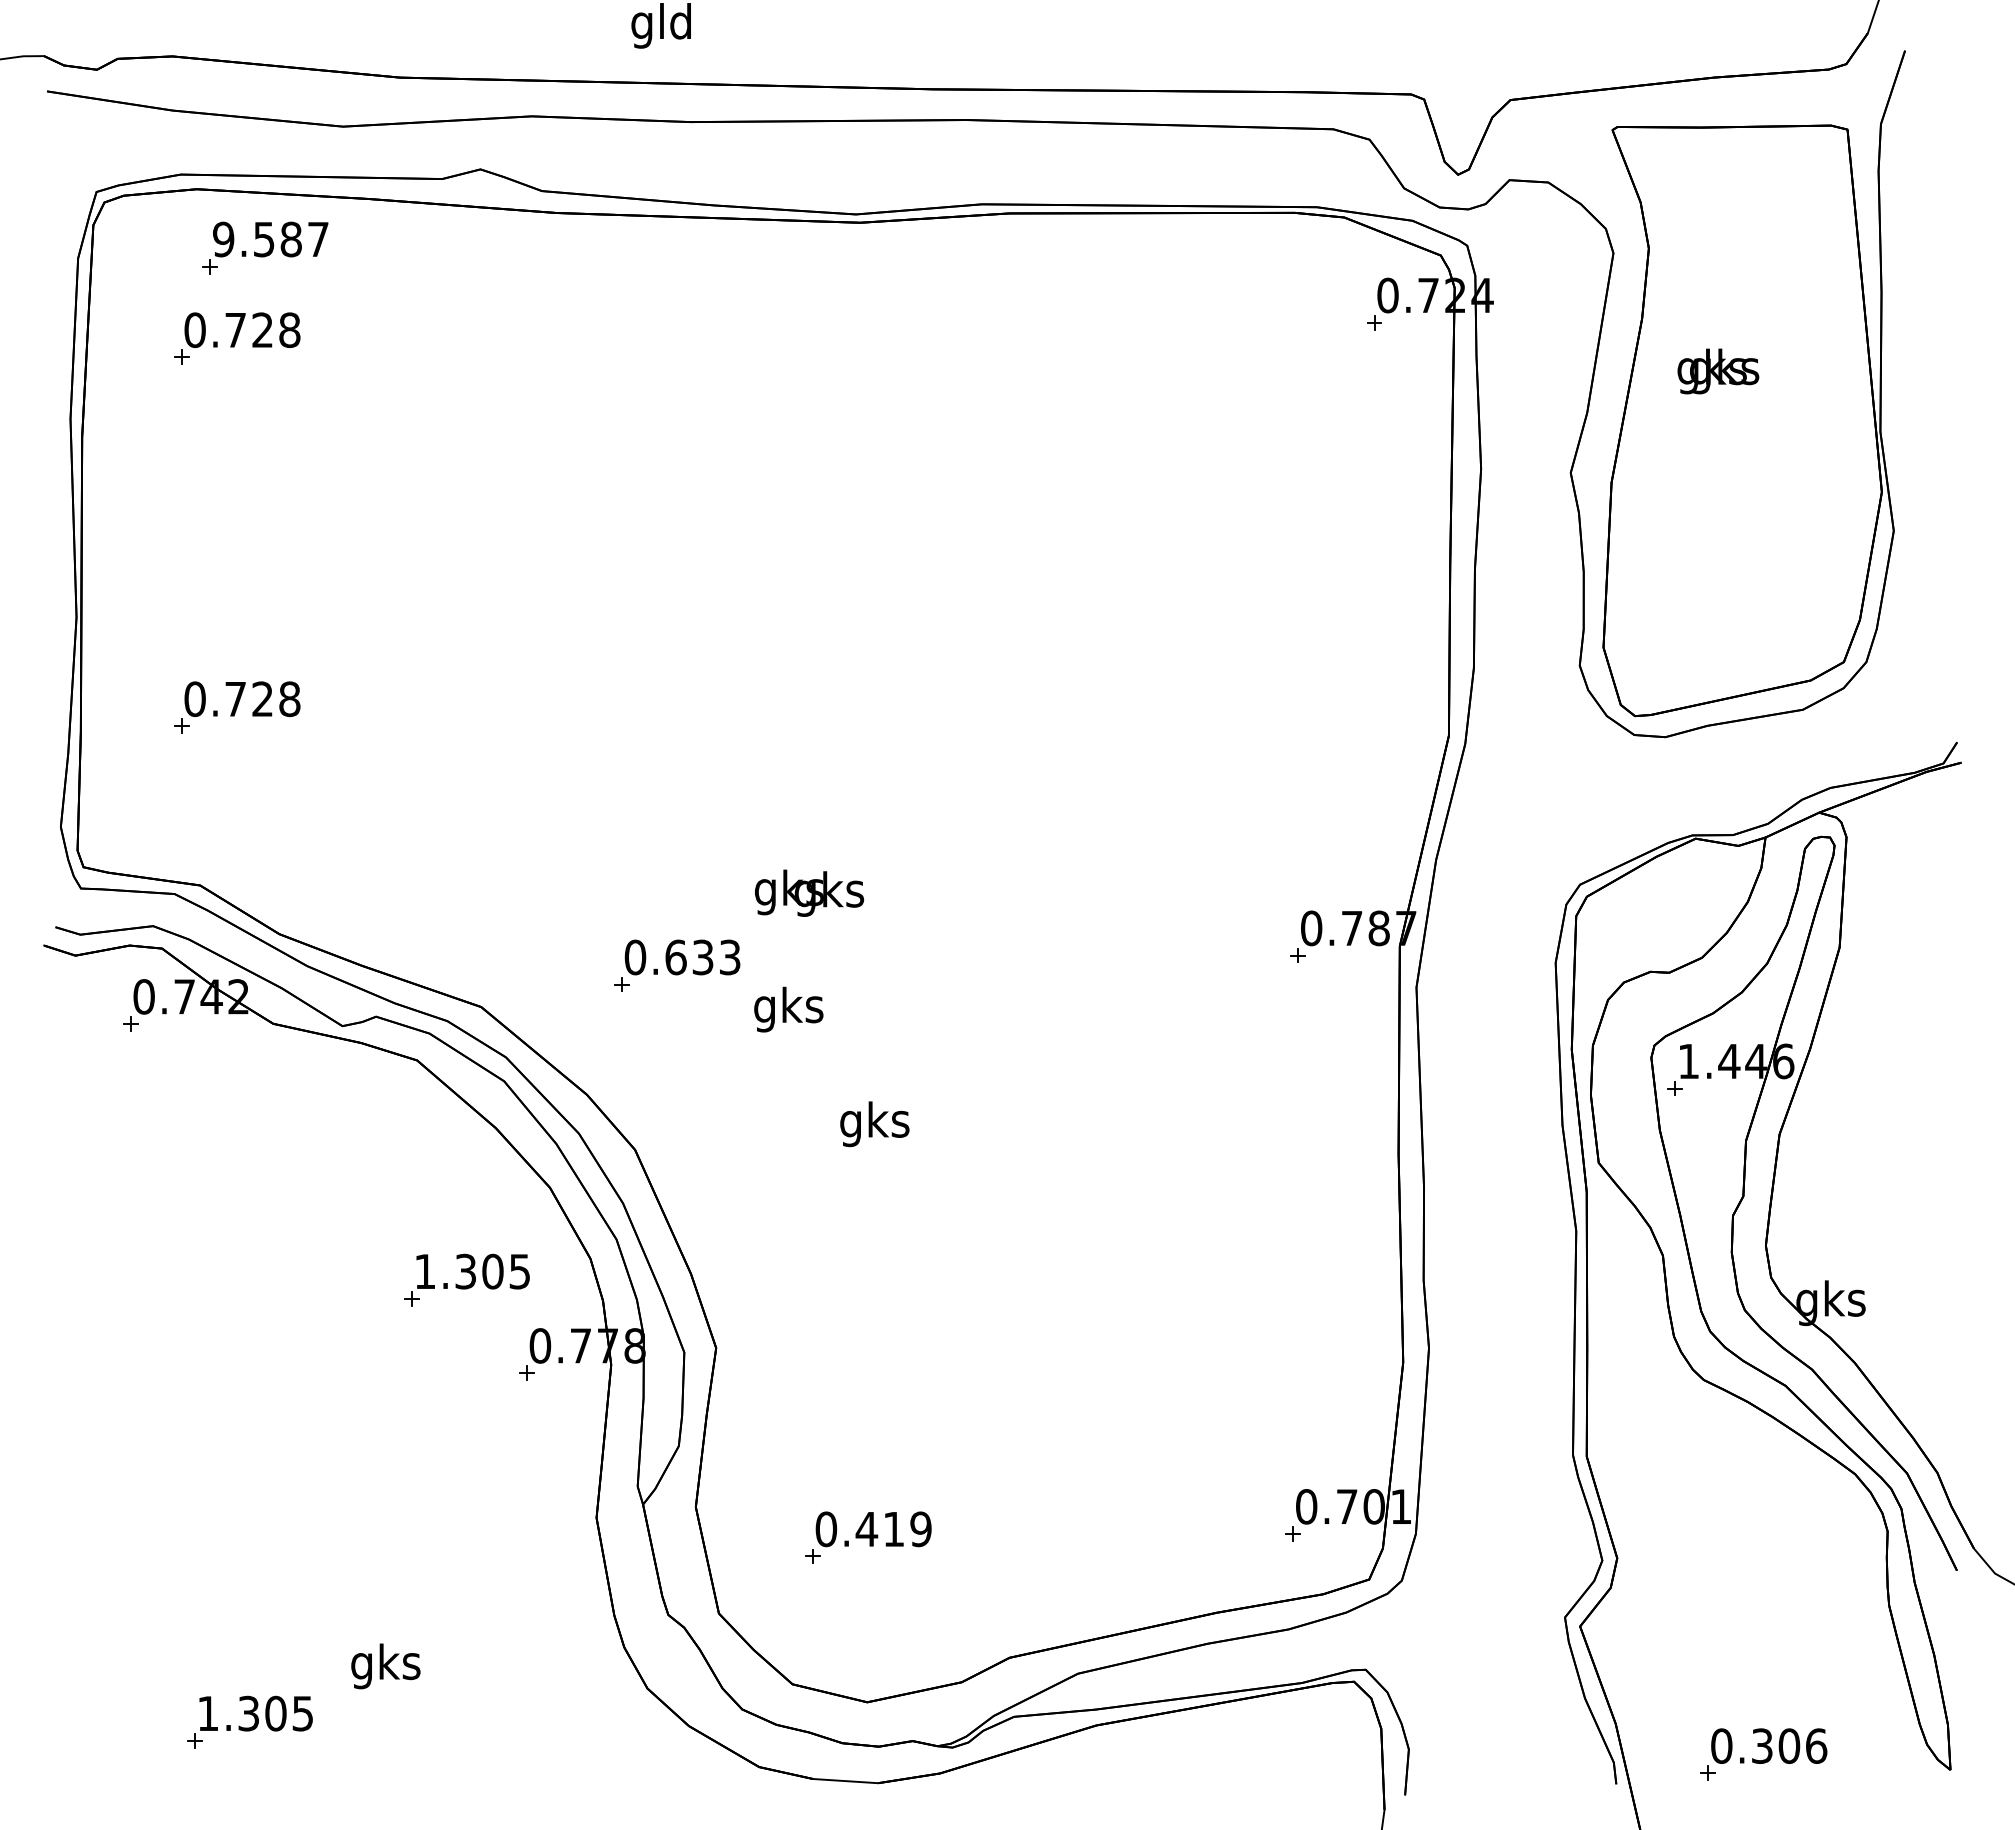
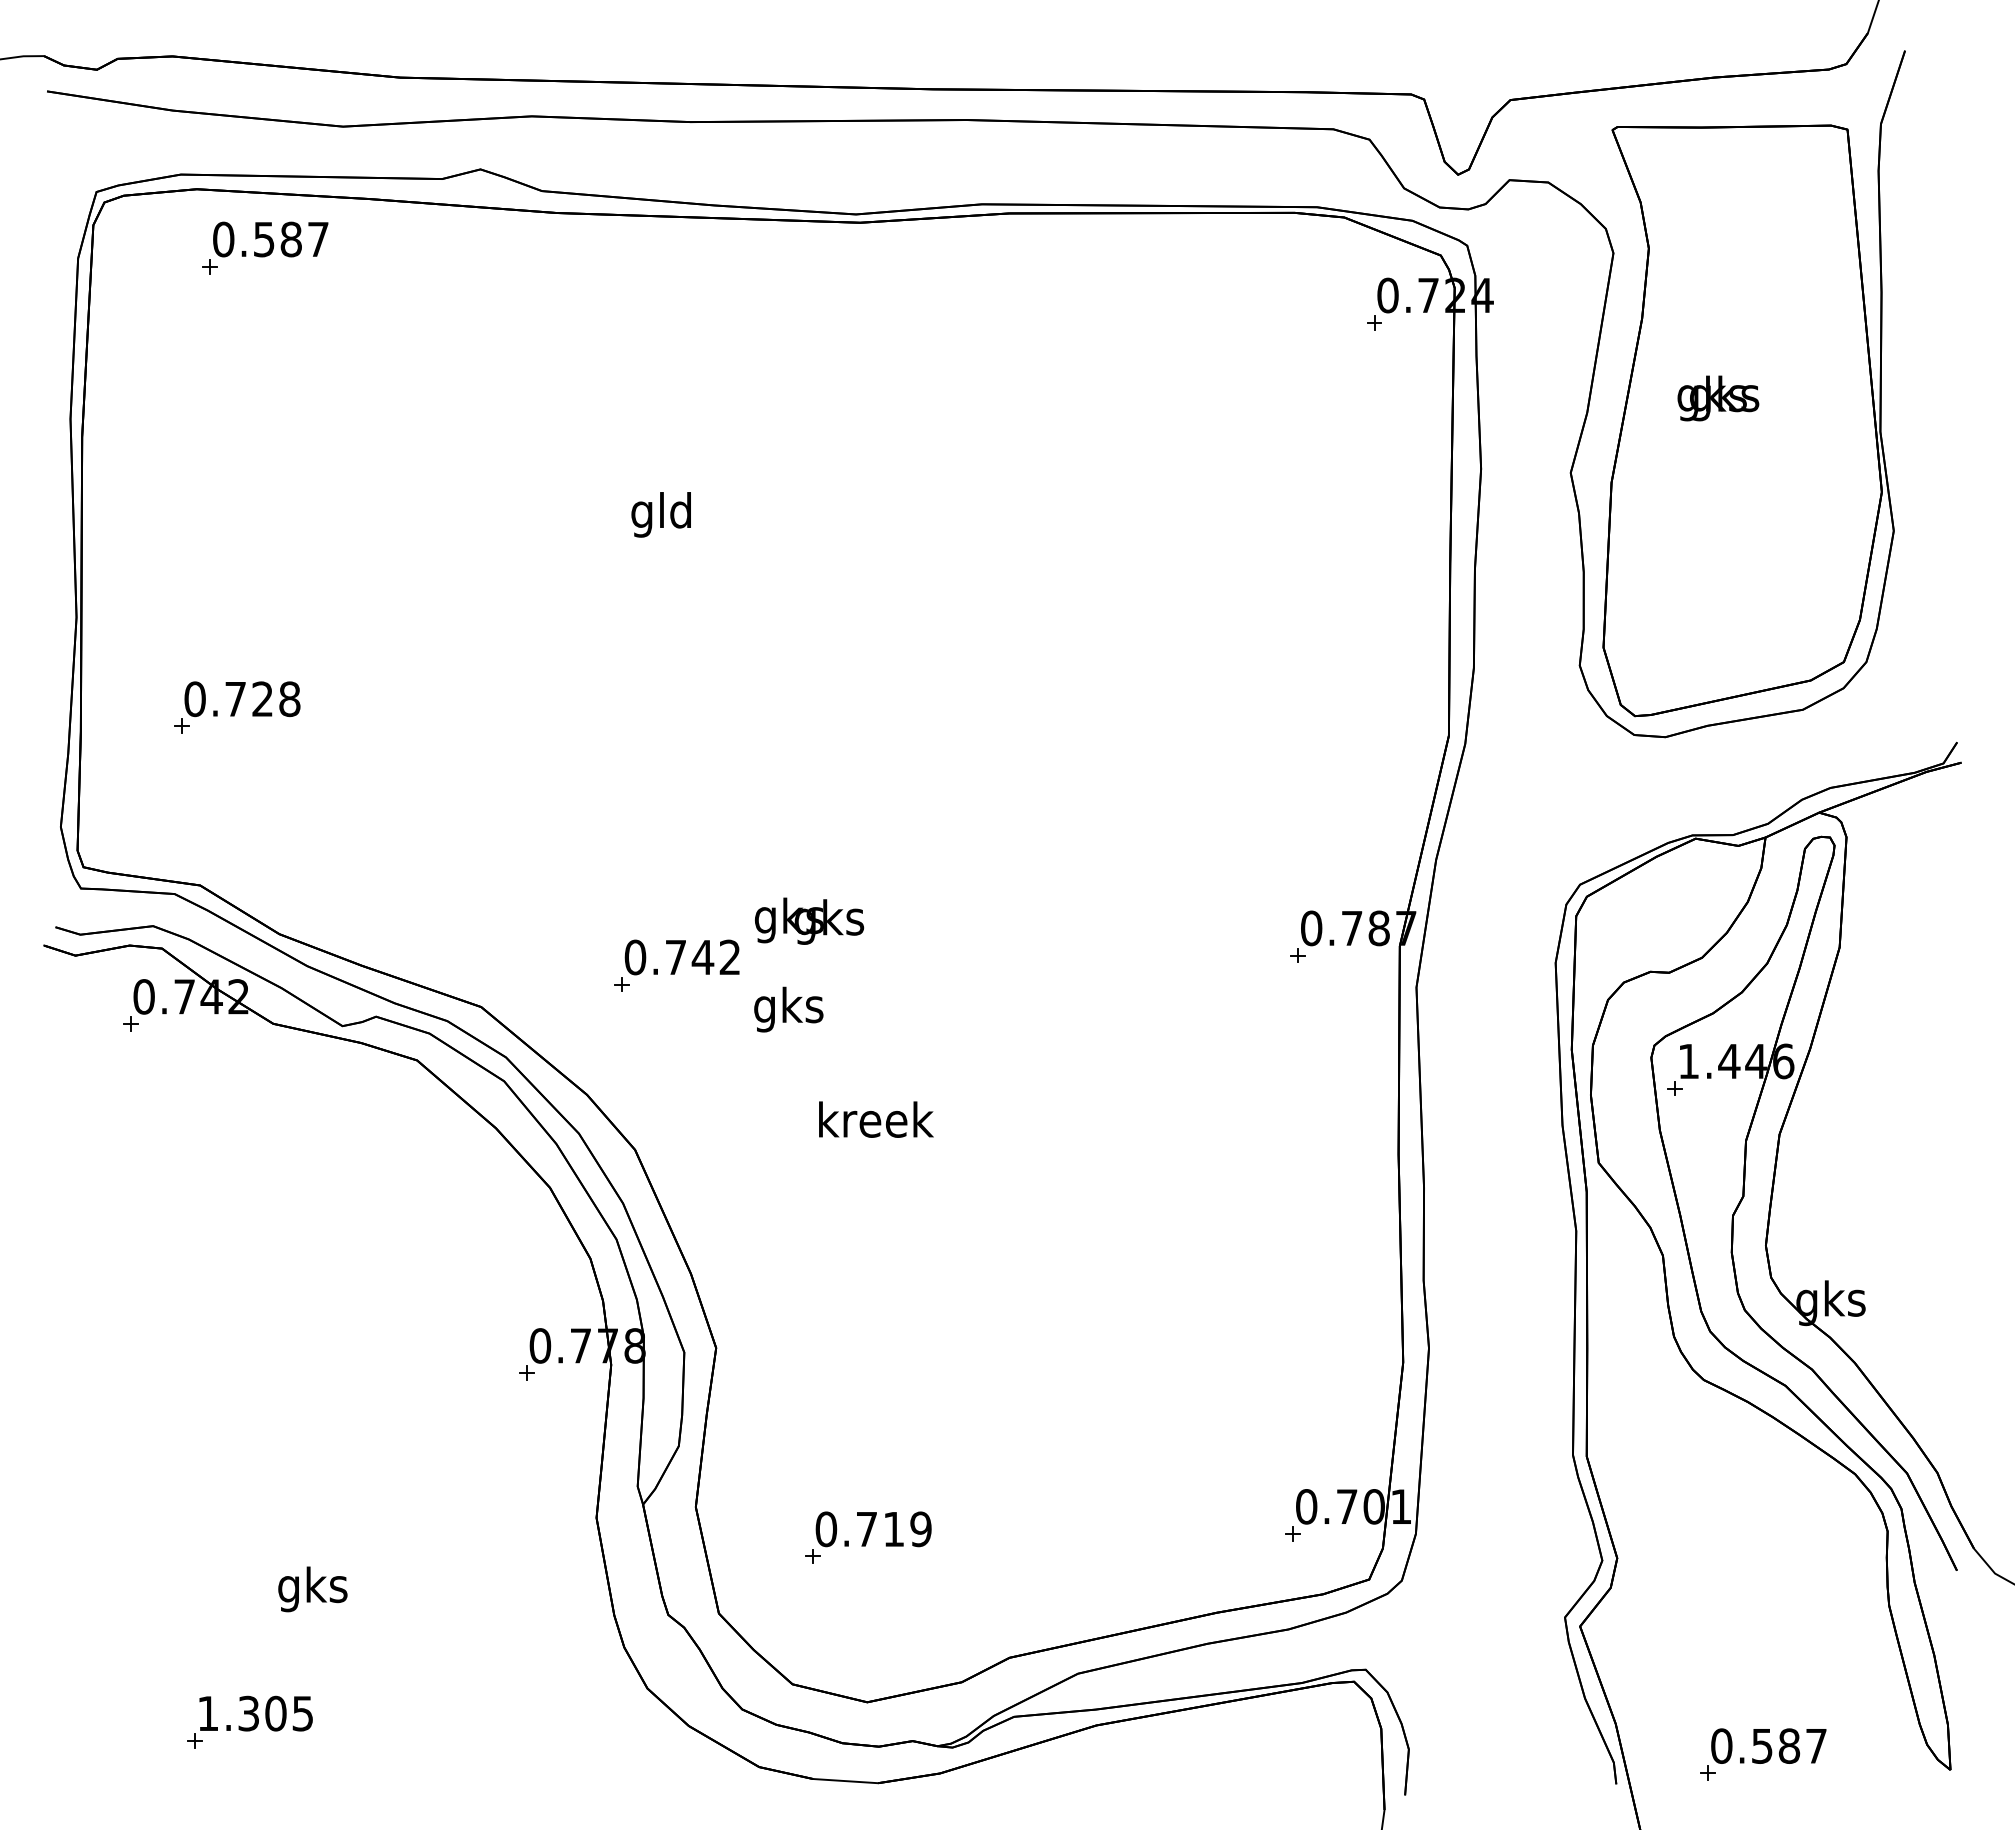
text at (660, 25) position: (660, 25) -> (660, 514)
text at (223, 239): 9.587 -> 0.587
part at (237, 338): present -> none
text at (1718, 371) position: (1718, 371) -> (1718, 398)
text at (809, 892) position: (809, 892) -> (809, 920)
text at (702, 957): 0.633 -> 0.742
text at (876, 1124): gks -> kreek
part at (466, 1279): present -> none
text at (866, 1529): 0.419 -> 0.719
text at (385, 1666) position: (385, 1666) -> (312, 1589)
text at (1789, 1745): 0.306 -> 0.587
